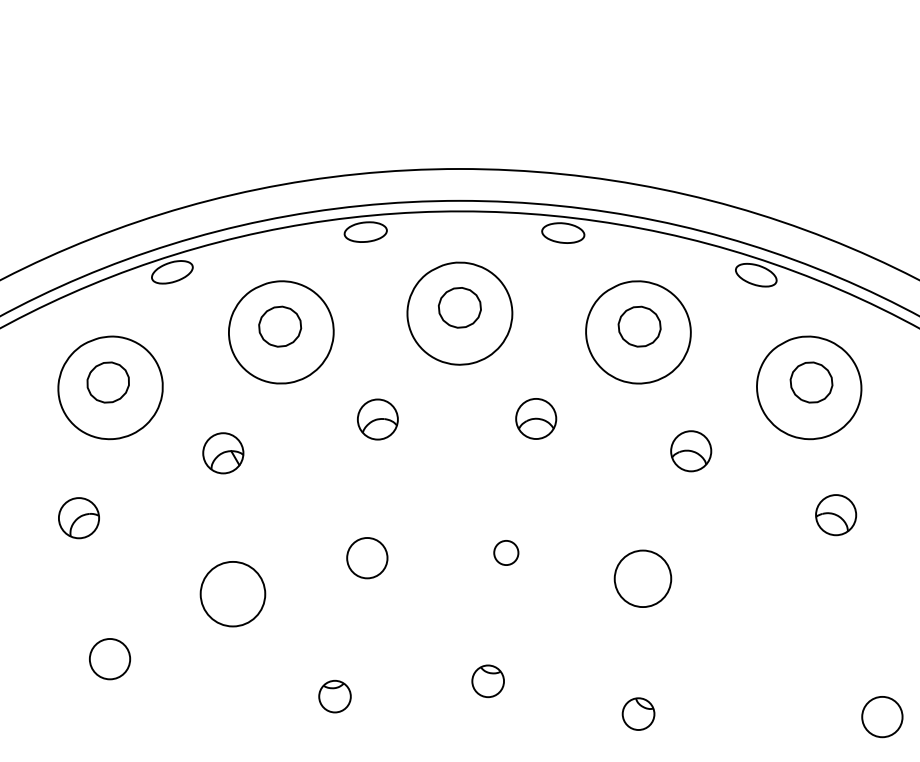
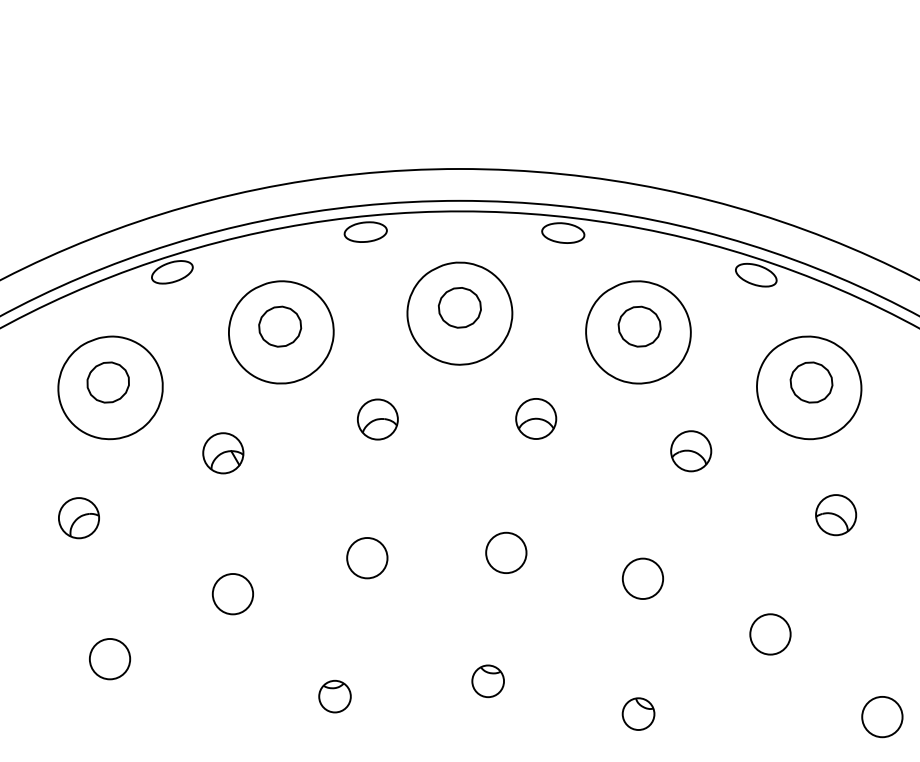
circle at (506, 552) diameter: 24 px -> 40 px
circle at (642, 578) diameter: 56 px -> 40 px
circle at (232, 593) diameter: 65 px -> 40 px
circle at (770, 634): none -> present
